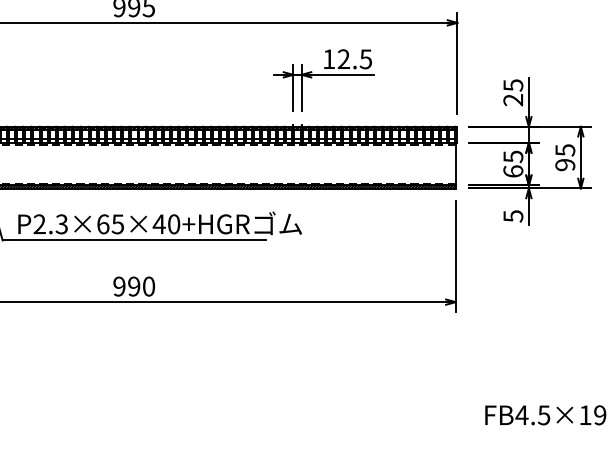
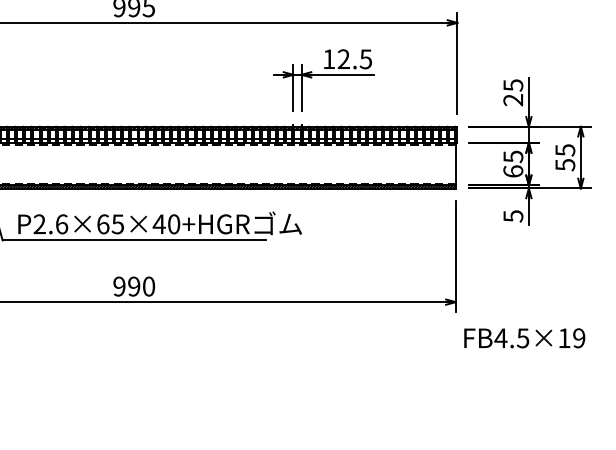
text at (565, 165): 95 -> 55
text at (61, 224): P2.3×65×40+HGR -> P2.6×65×40+HGR
text at (545, 415) position: (545, 415) -> (524, 338)
